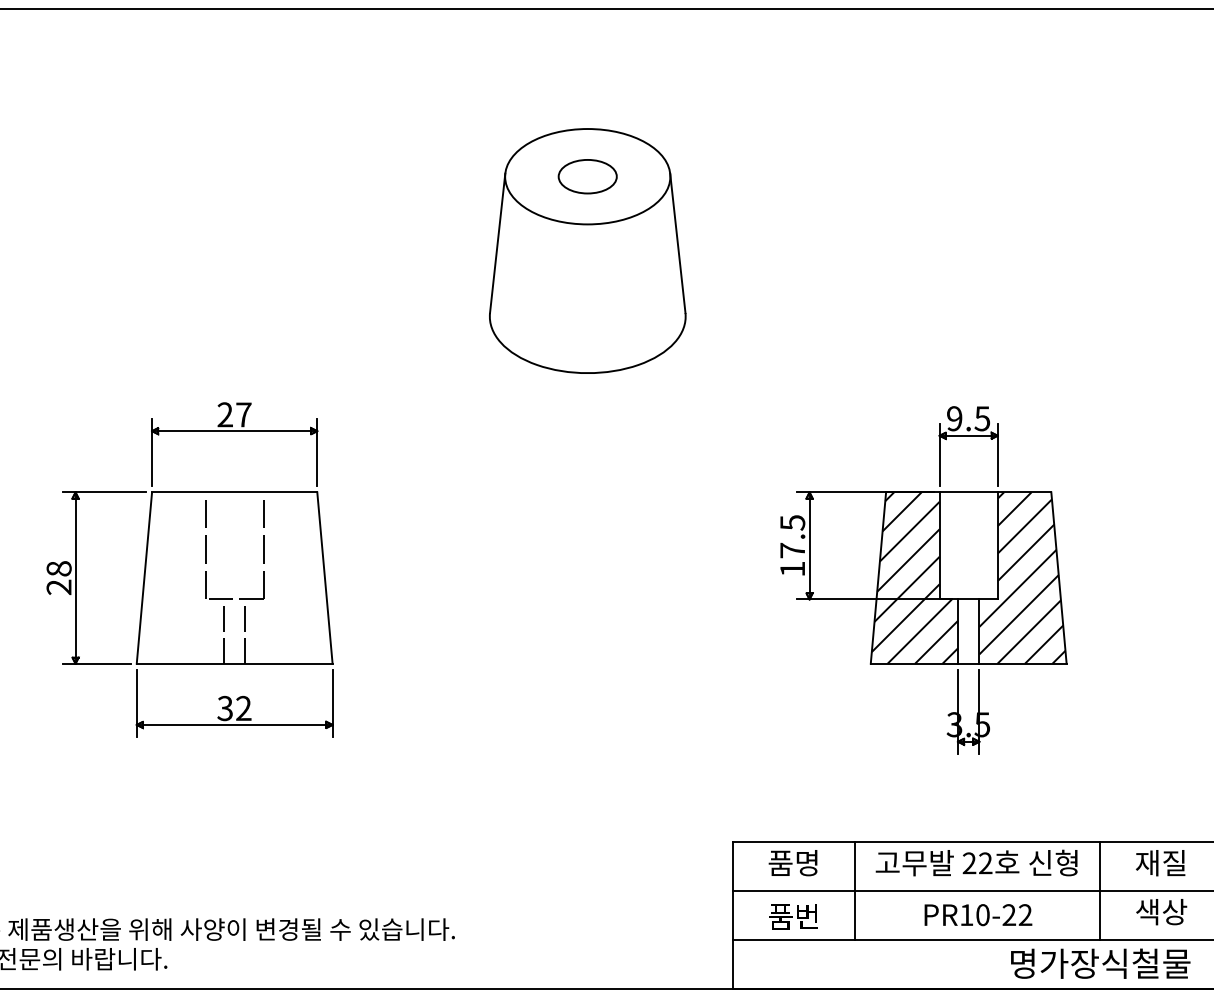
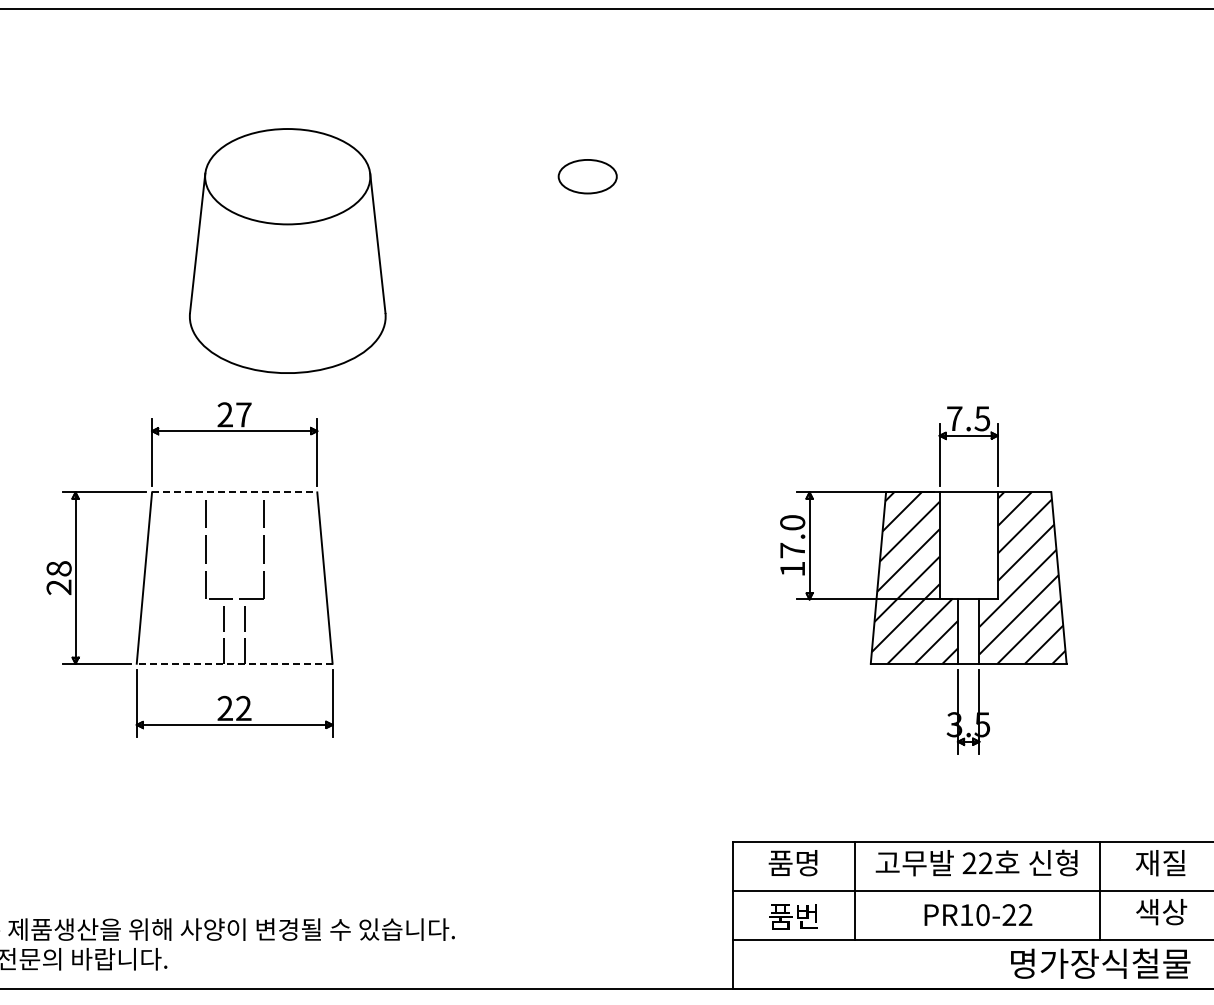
part at (587, 250) position: (587, 250) -> (287, 250)
text at (954, 418): 9.5 -> 7.5
line at (234, 492): solid -> dashed
text at (792, 522): 17.5 -> 17.0
line at (234, 663): solid -> dashed
text at (224, 708): 32 -> 22
